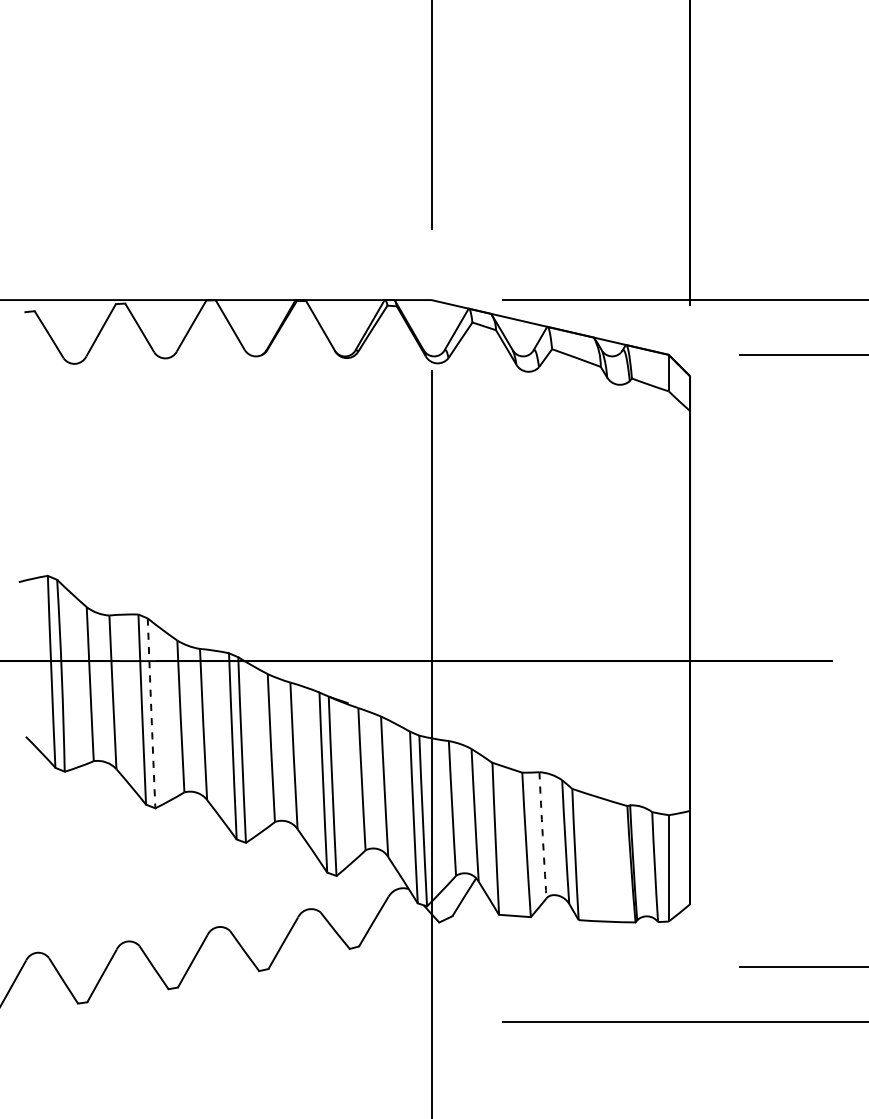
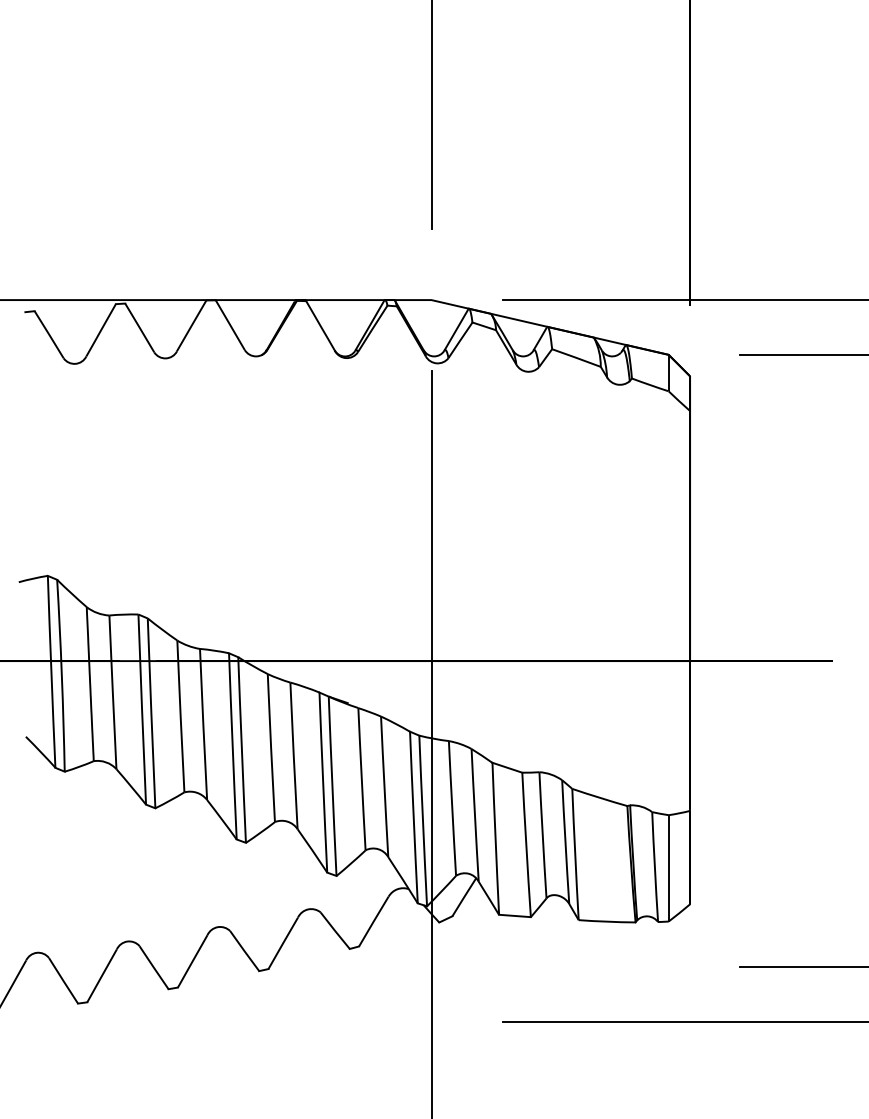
arc at (151, 713): dashed -> solid
arc at (542, 835): dashed -> solid
